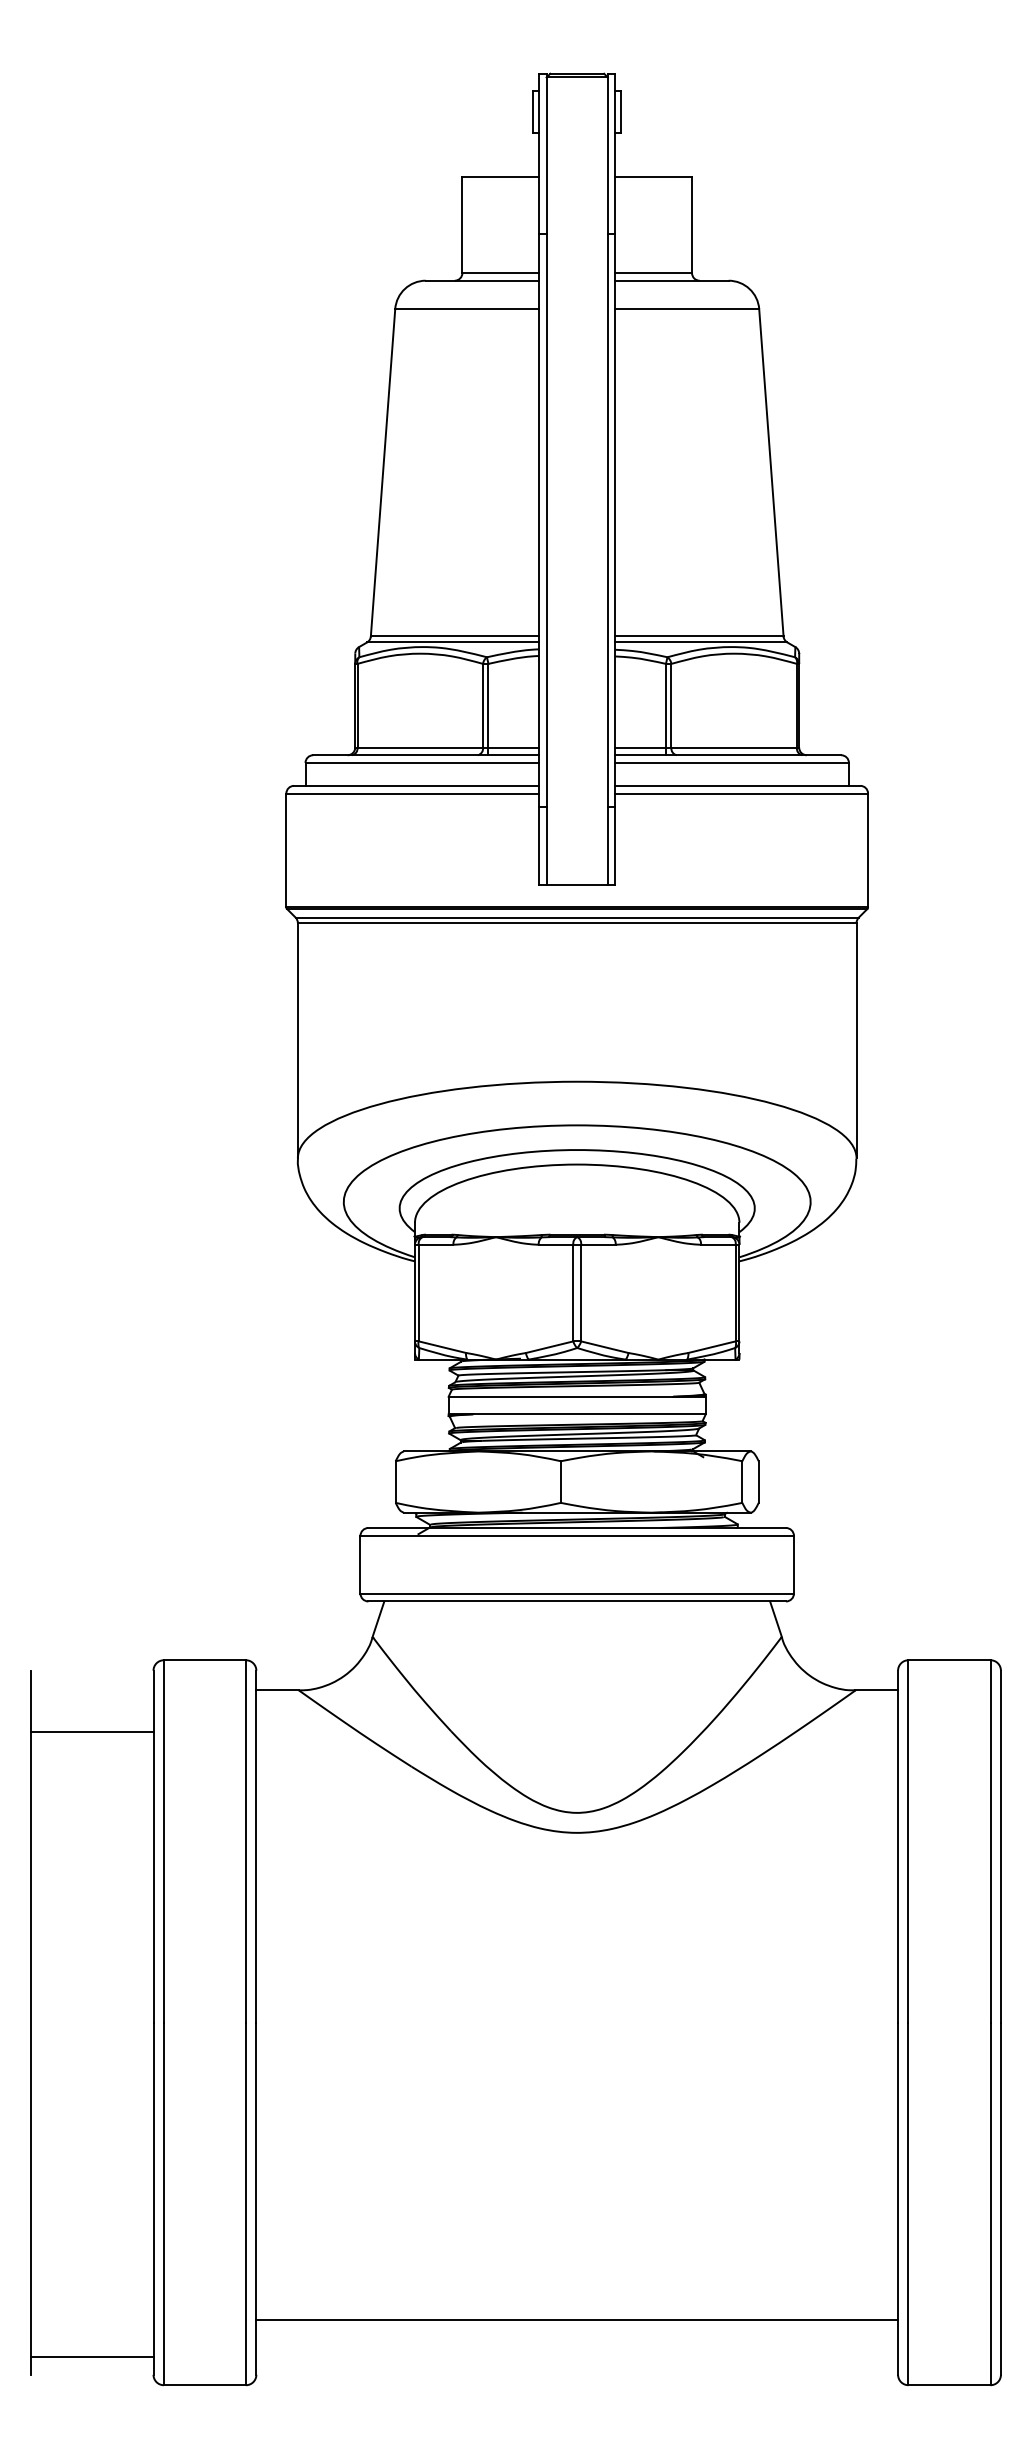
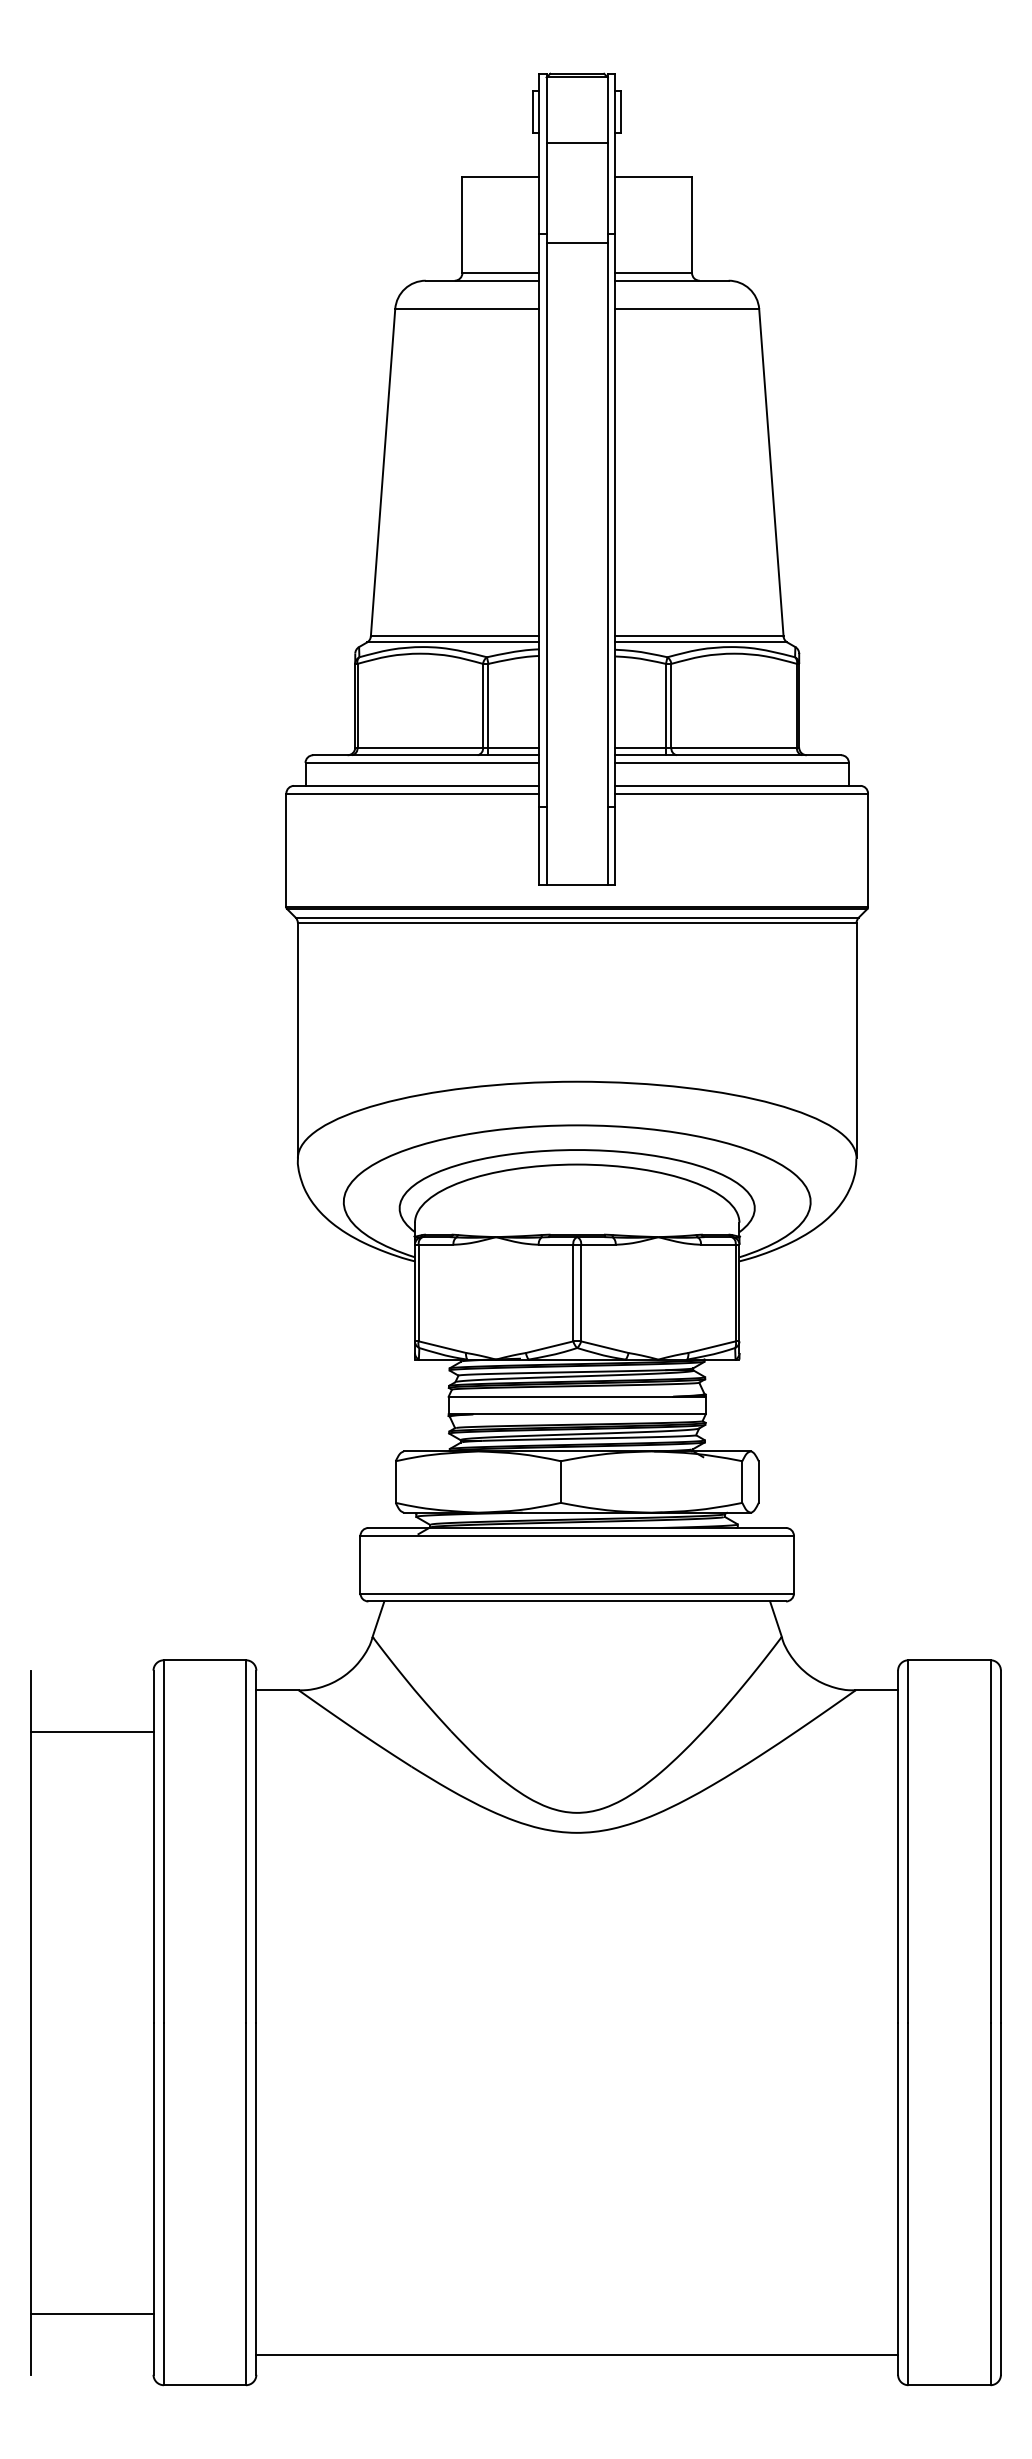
line at (576, 143): none -> present
line at (576, 242): none -> present
line at (577, 2320) position: (577, 2320) -> (577, 2355)
line at (92, 2356) position: (92, 2356) -> (92, 2313)
